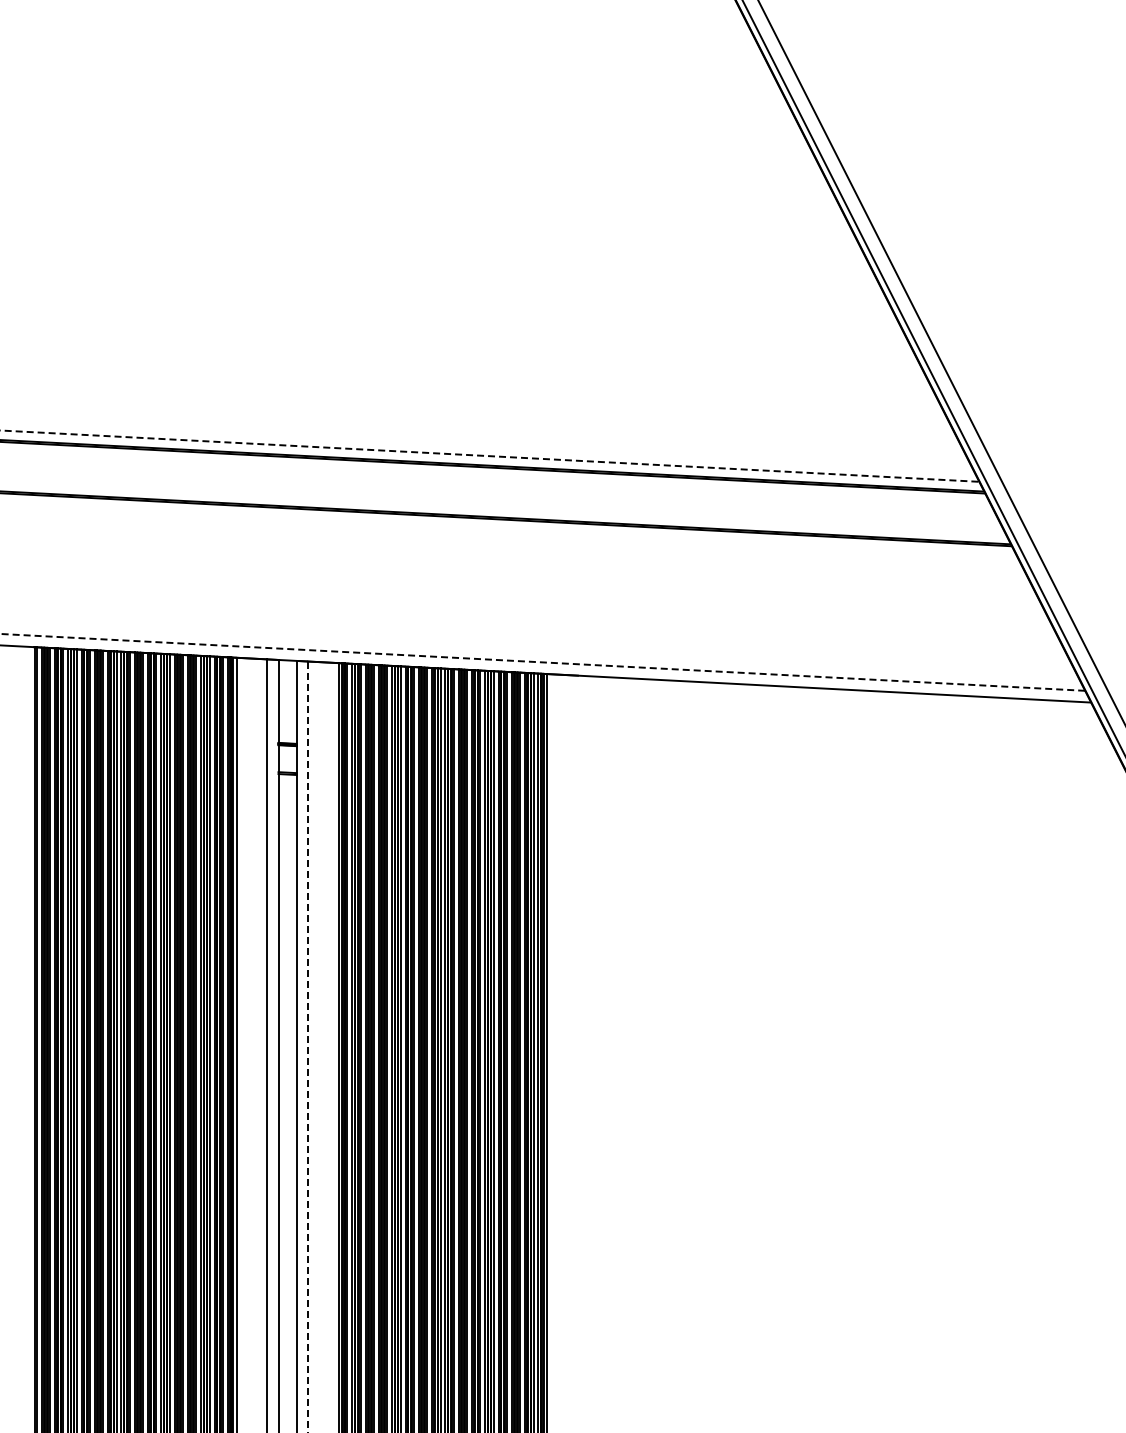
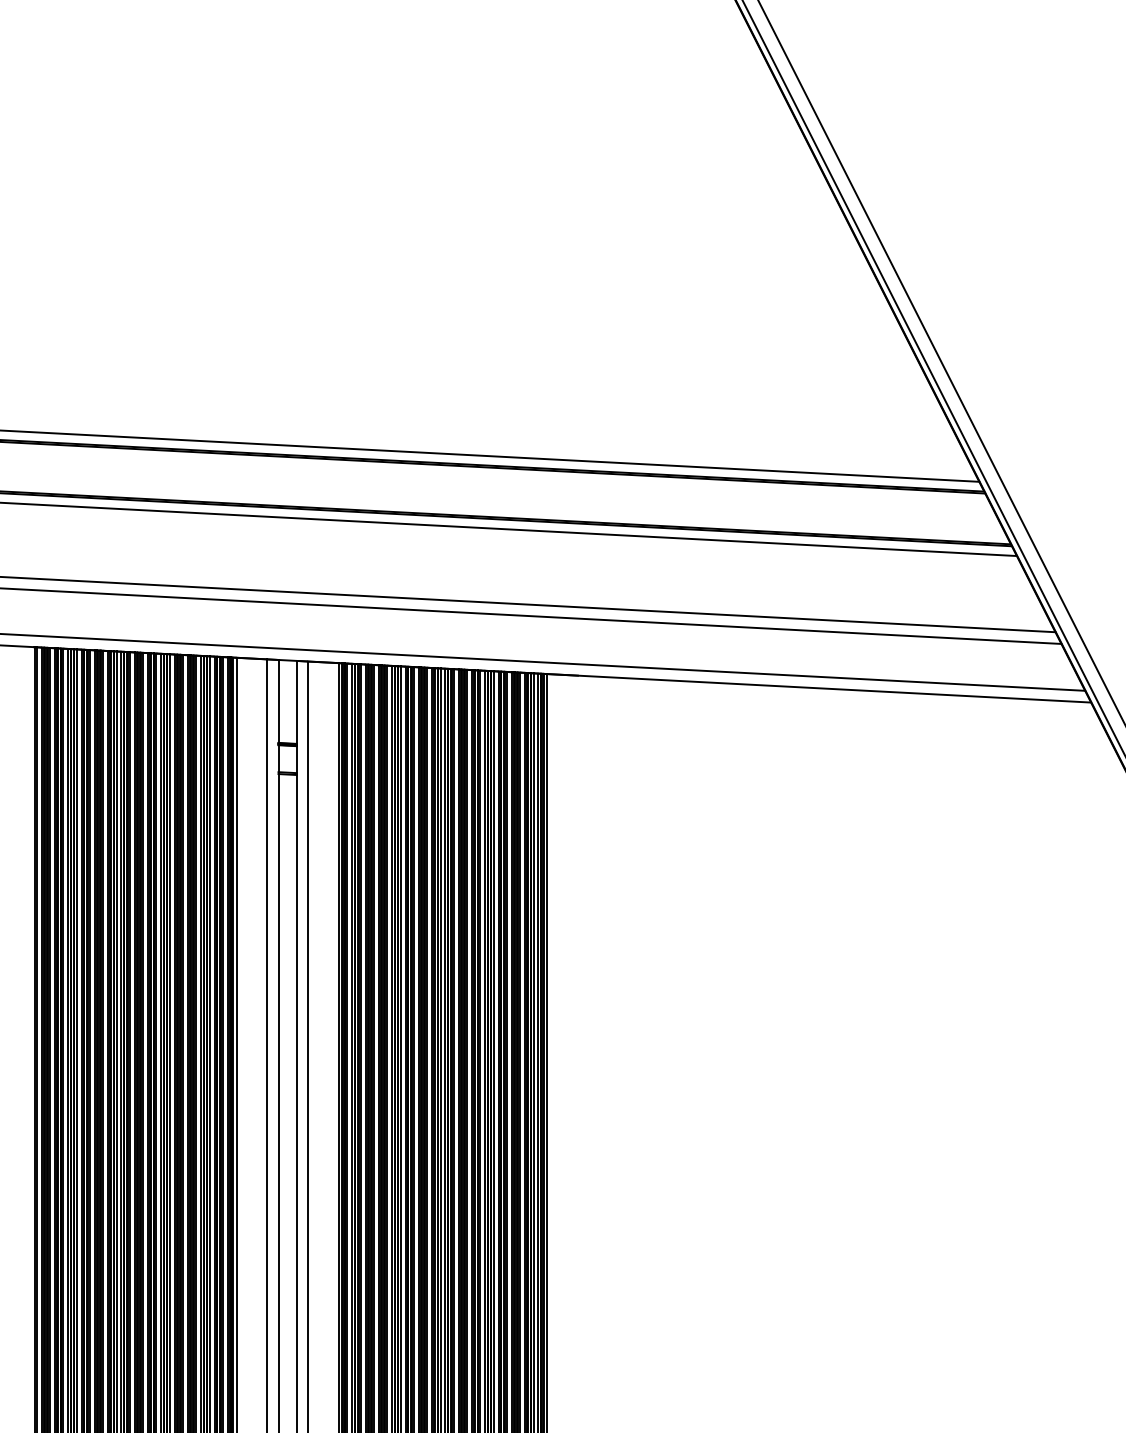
line at (489, 456): dashed -> solid
line at (509, 529): none -> present
line at (528, 604): none -> present
line at (531, 615): none -> present
line at (542, 662): dashed -> solid
line at (308, 1047): dashed -> solid
